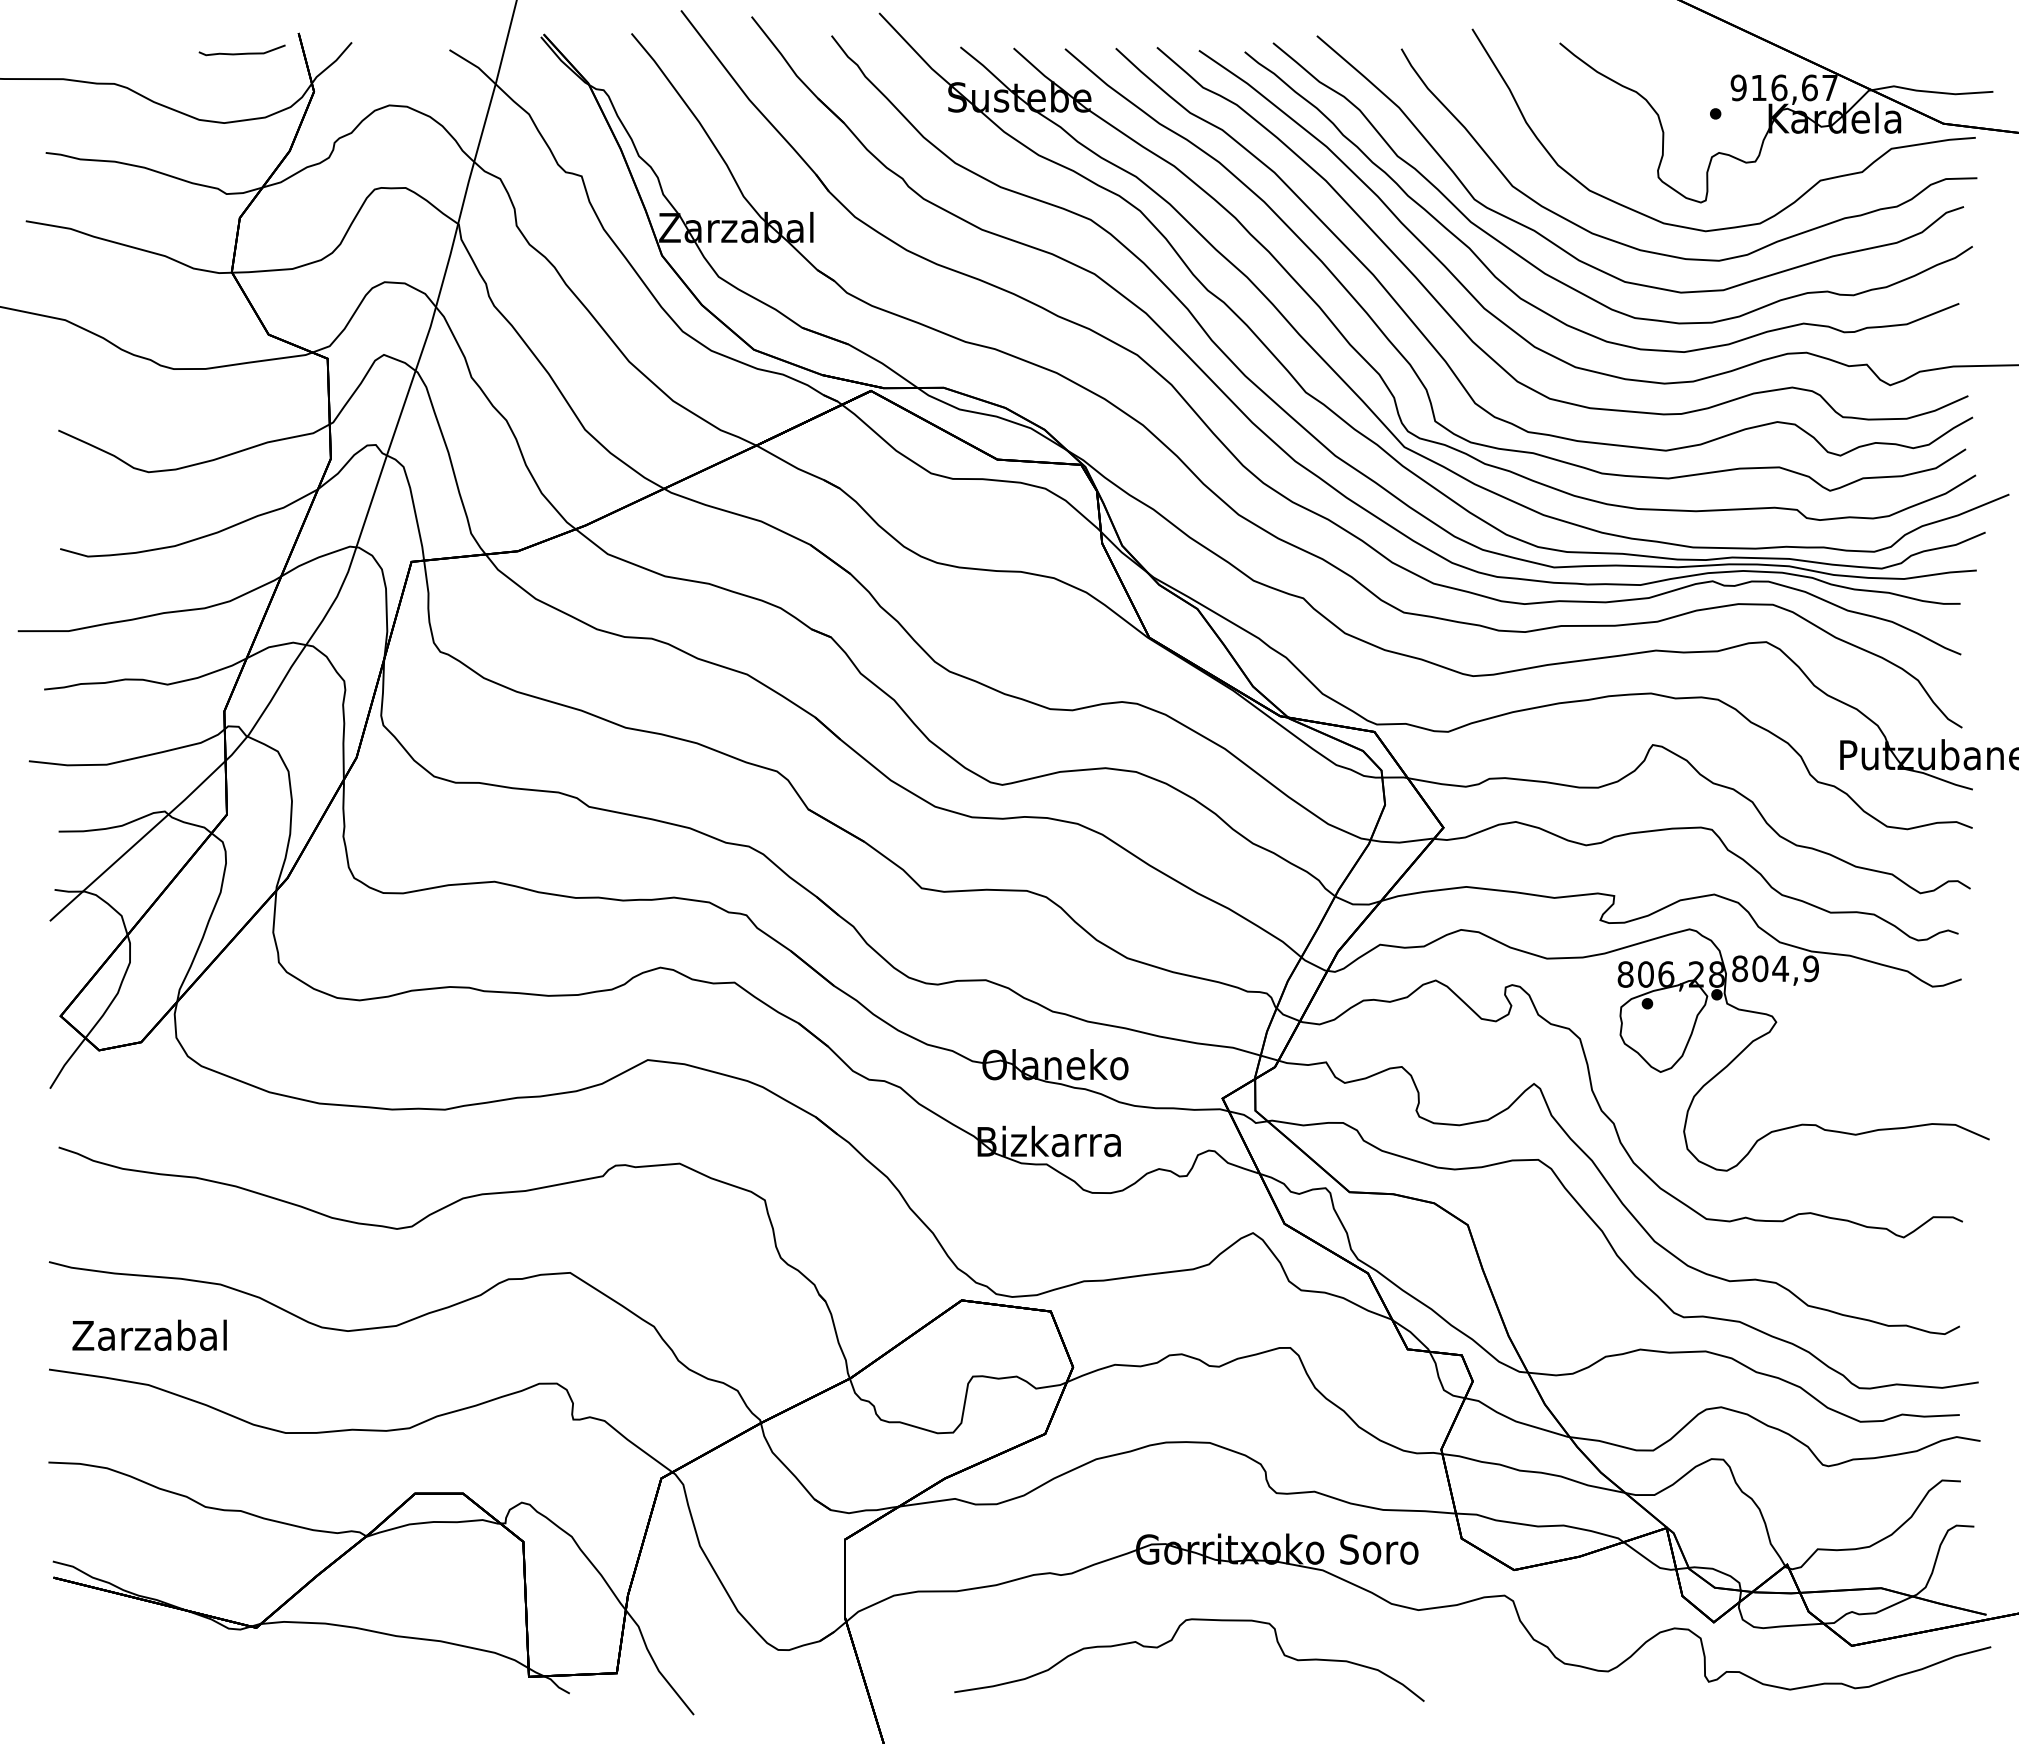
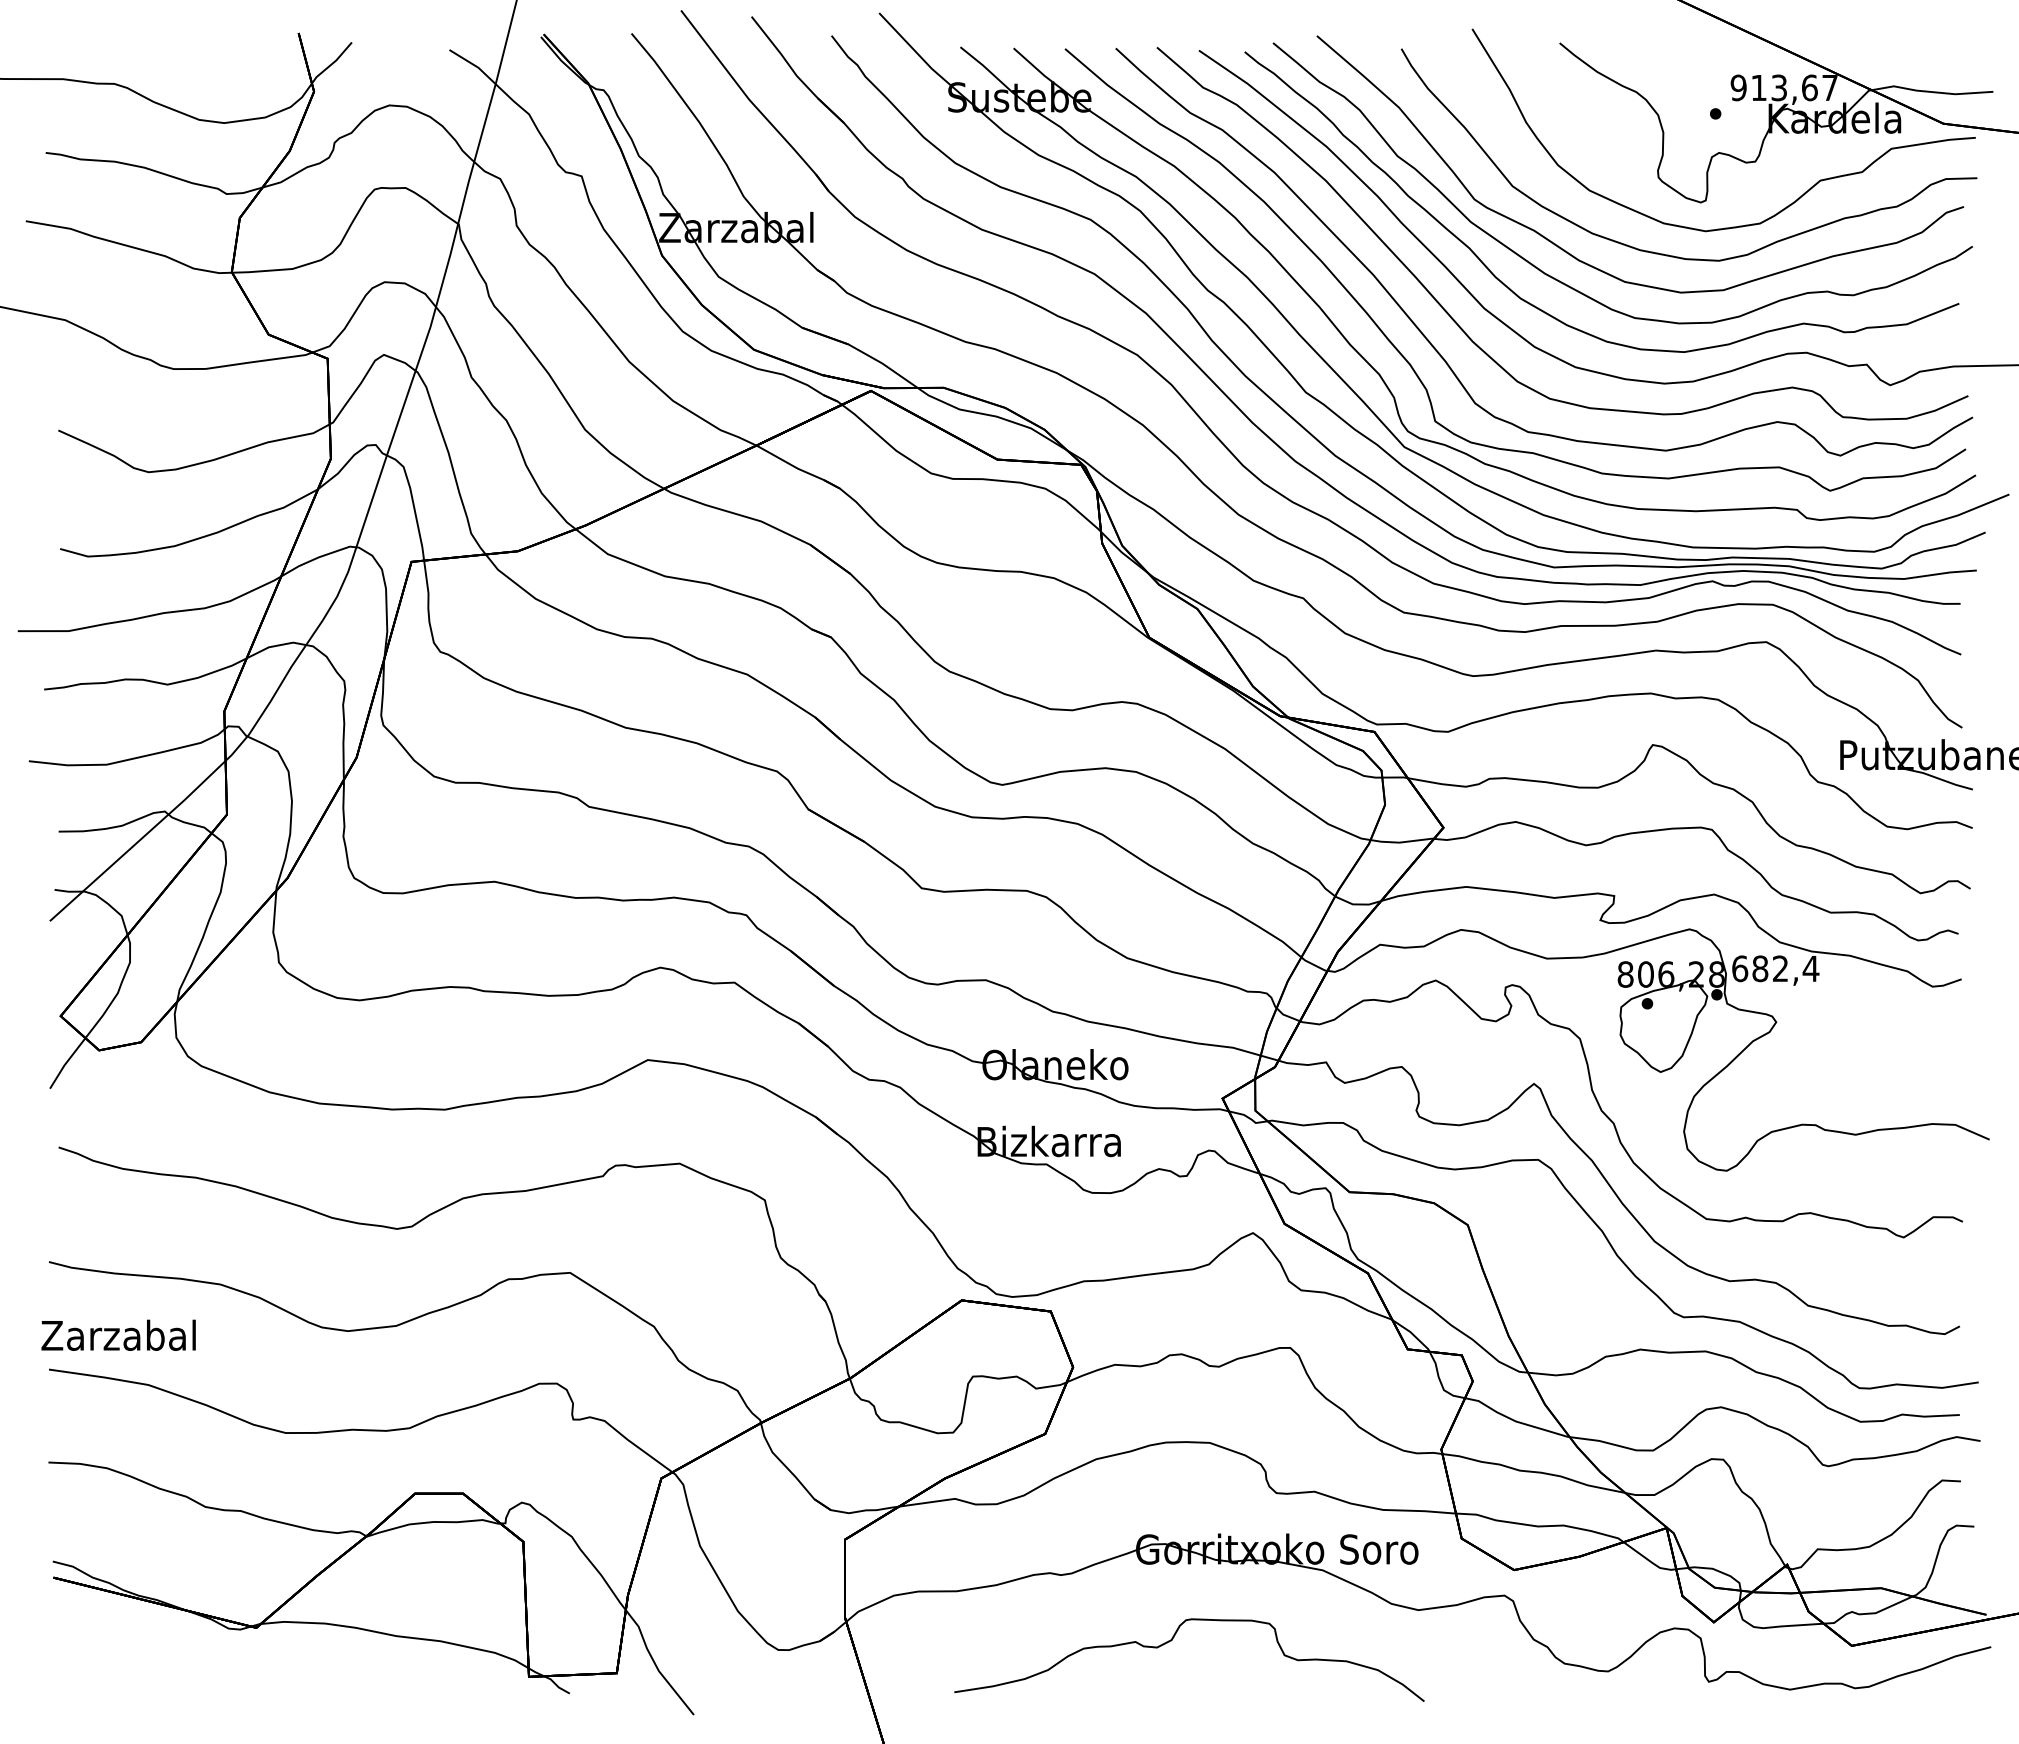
curve at (241, 53): present -> none
text at (1779, 87): 916,67 -> 913,67
text at (1775, 968): 804,9 -> 682,4
text at (149, 1334) position: (149, 1334) -> (118, 1334)
